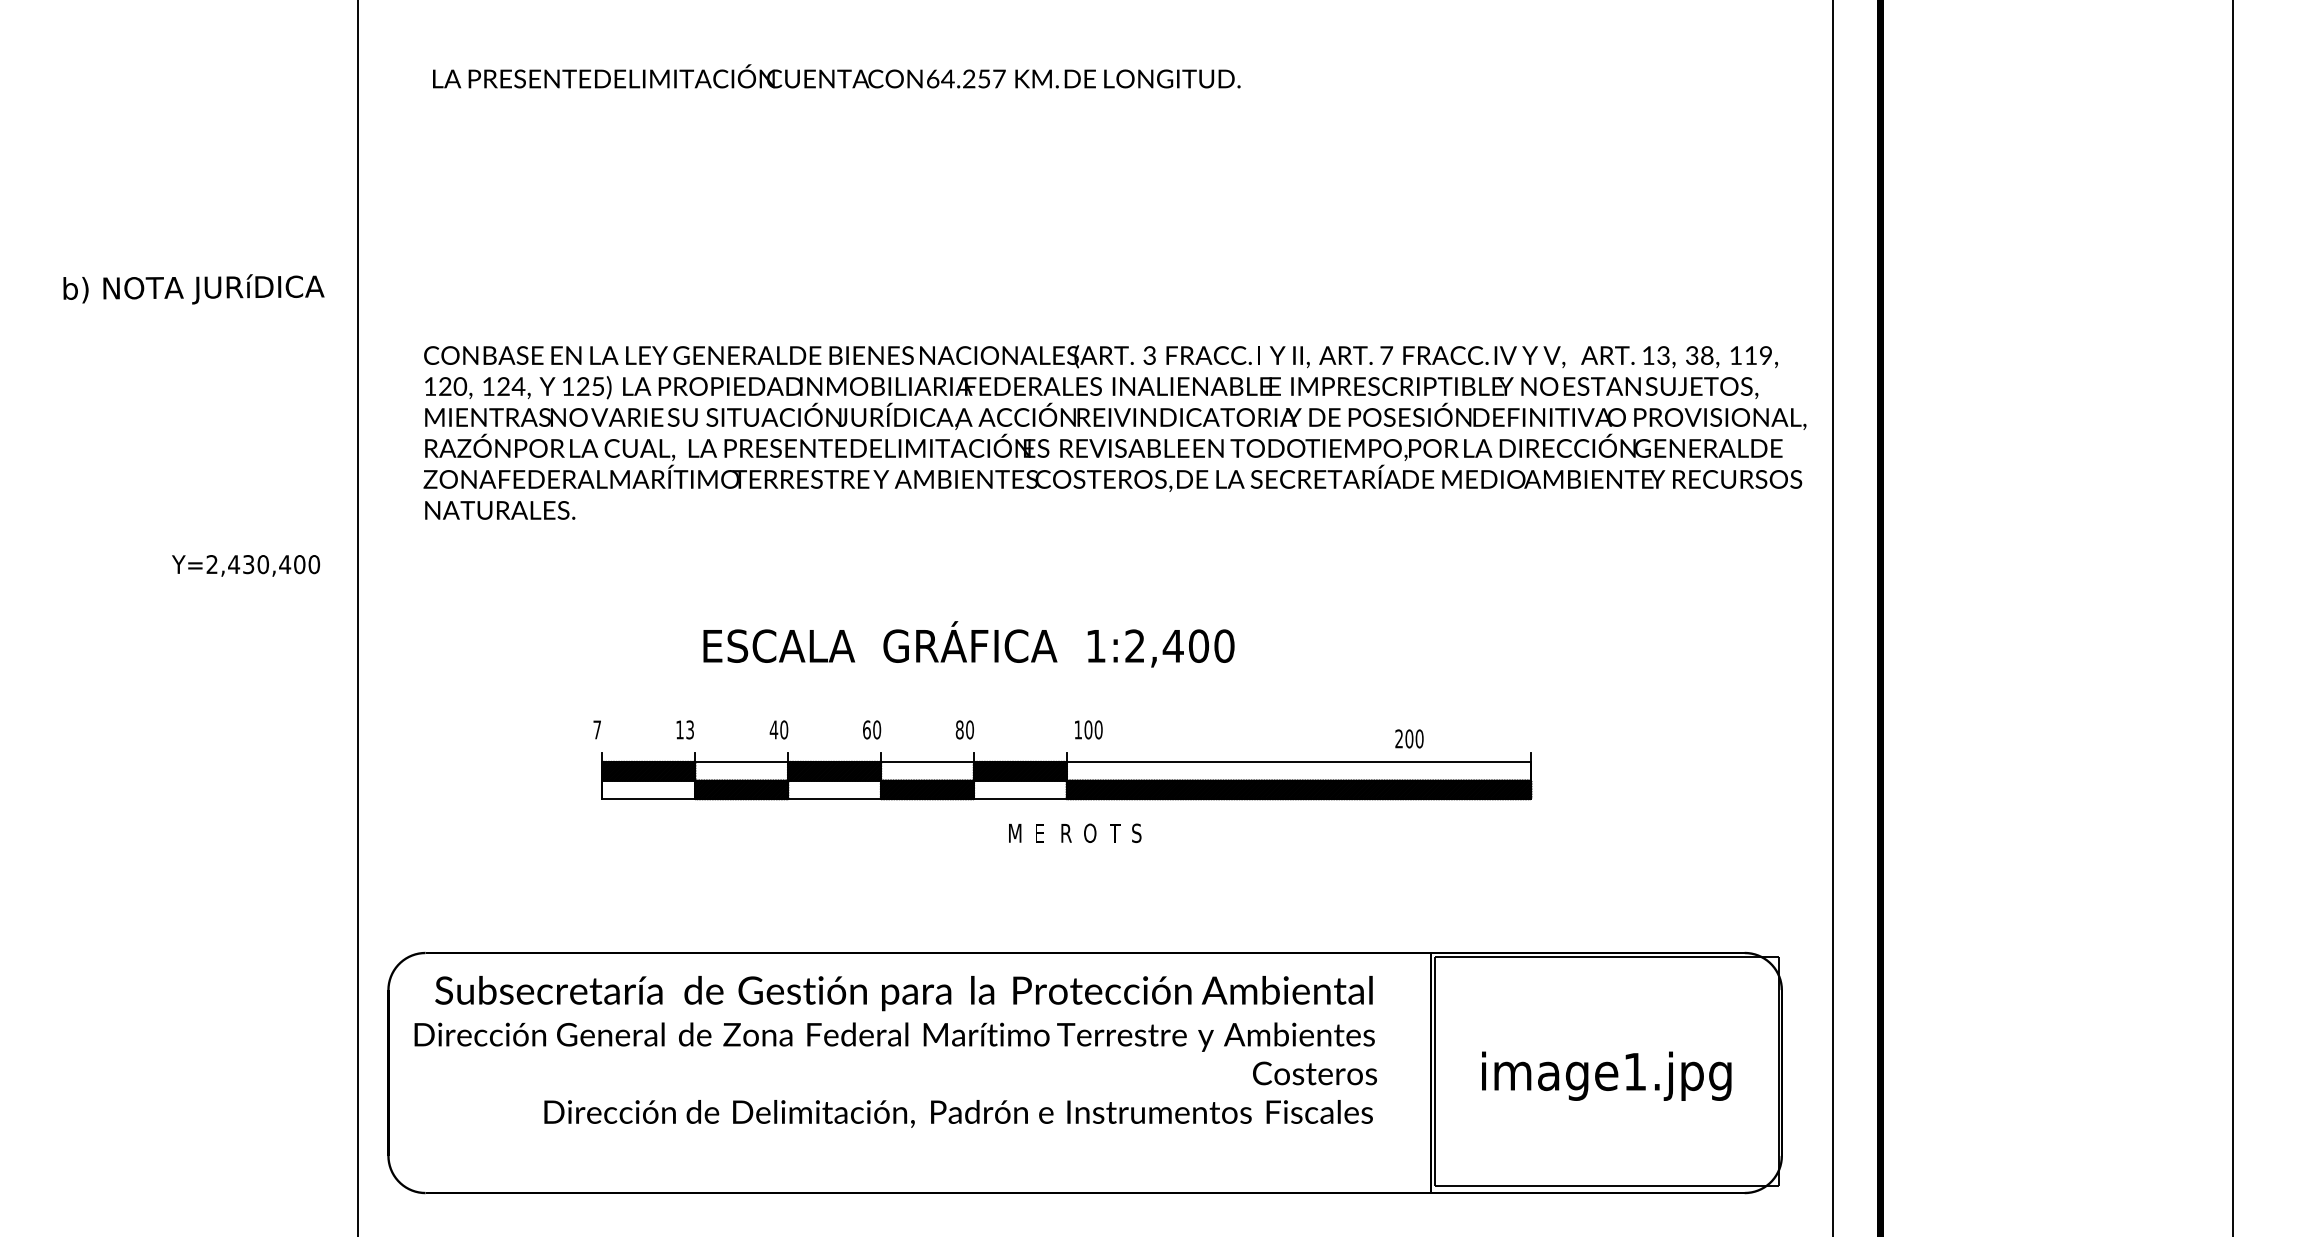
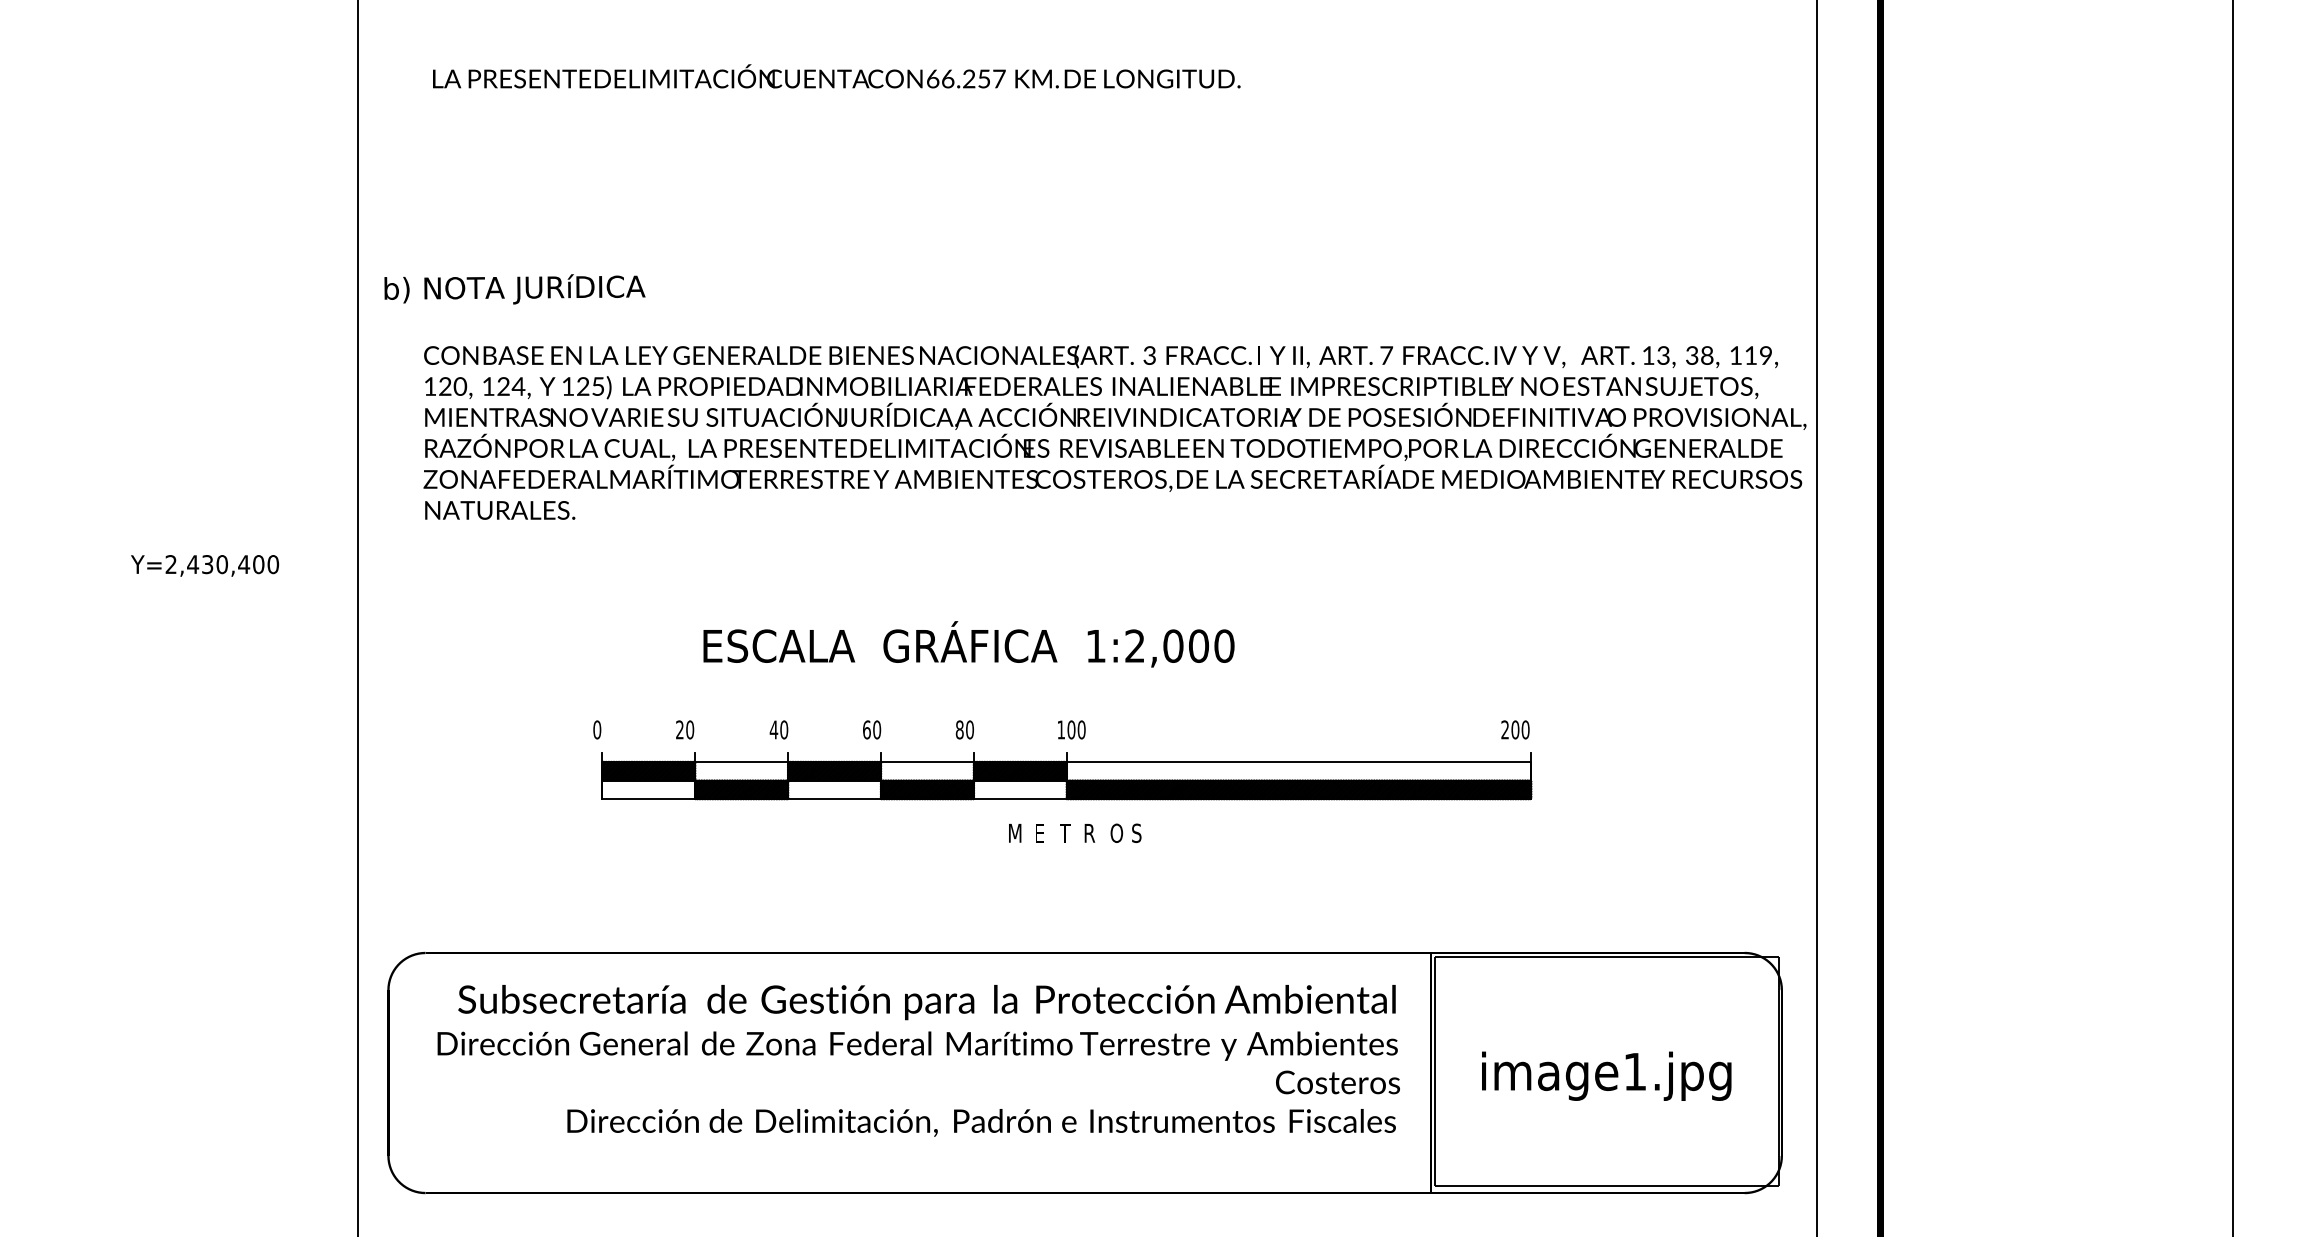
text at (947, 79): 64.257 -> 66.257
text at (193, 289) position: (193, 289) -> (514, 289)
text at (246, 565) position: (246, 565) -> (205, 565)
line at (1833, 617) position: (1833, 617) -> (1817, 617)
text at (1172, 645): 1:2,400 -> 1:2,000
text at (597, 729): 7 -> 0
text at (685, 729): 13 -> 20
text at (1088, 729) position: (1088, 729) -> (1071, 729)
text at (1409, 738) position: (1409, 738) -> (1515, 729)
text at (1090, 832): O -> R
text at (1116, 832): T -> O
text at (1065, 833): R -> T
text at (895, 1051) position: (895, 1051) -> (918, 1060)
